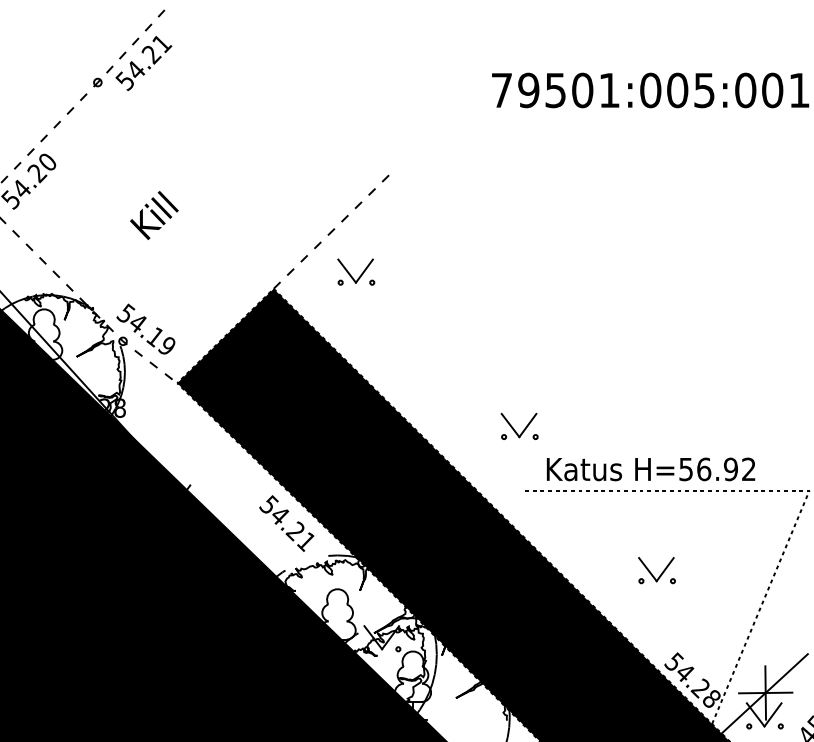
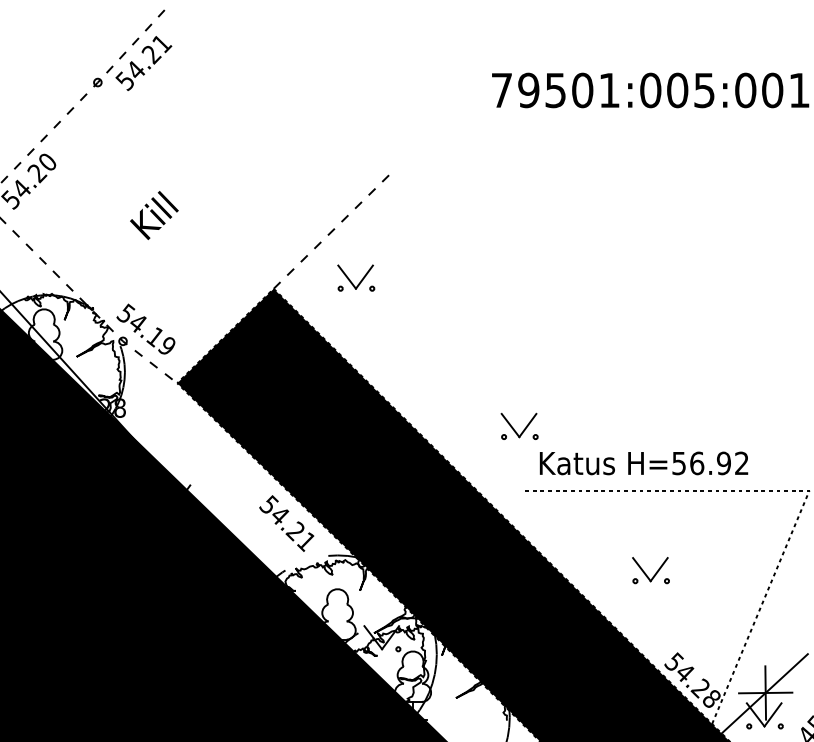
part at (356, 271) position: (356, 271) -> (356, 277)
text at (650, 469) position: (650, 469) -> (643, 463)
part at (656, 570) position: (656, 570) -> (650, 570)
